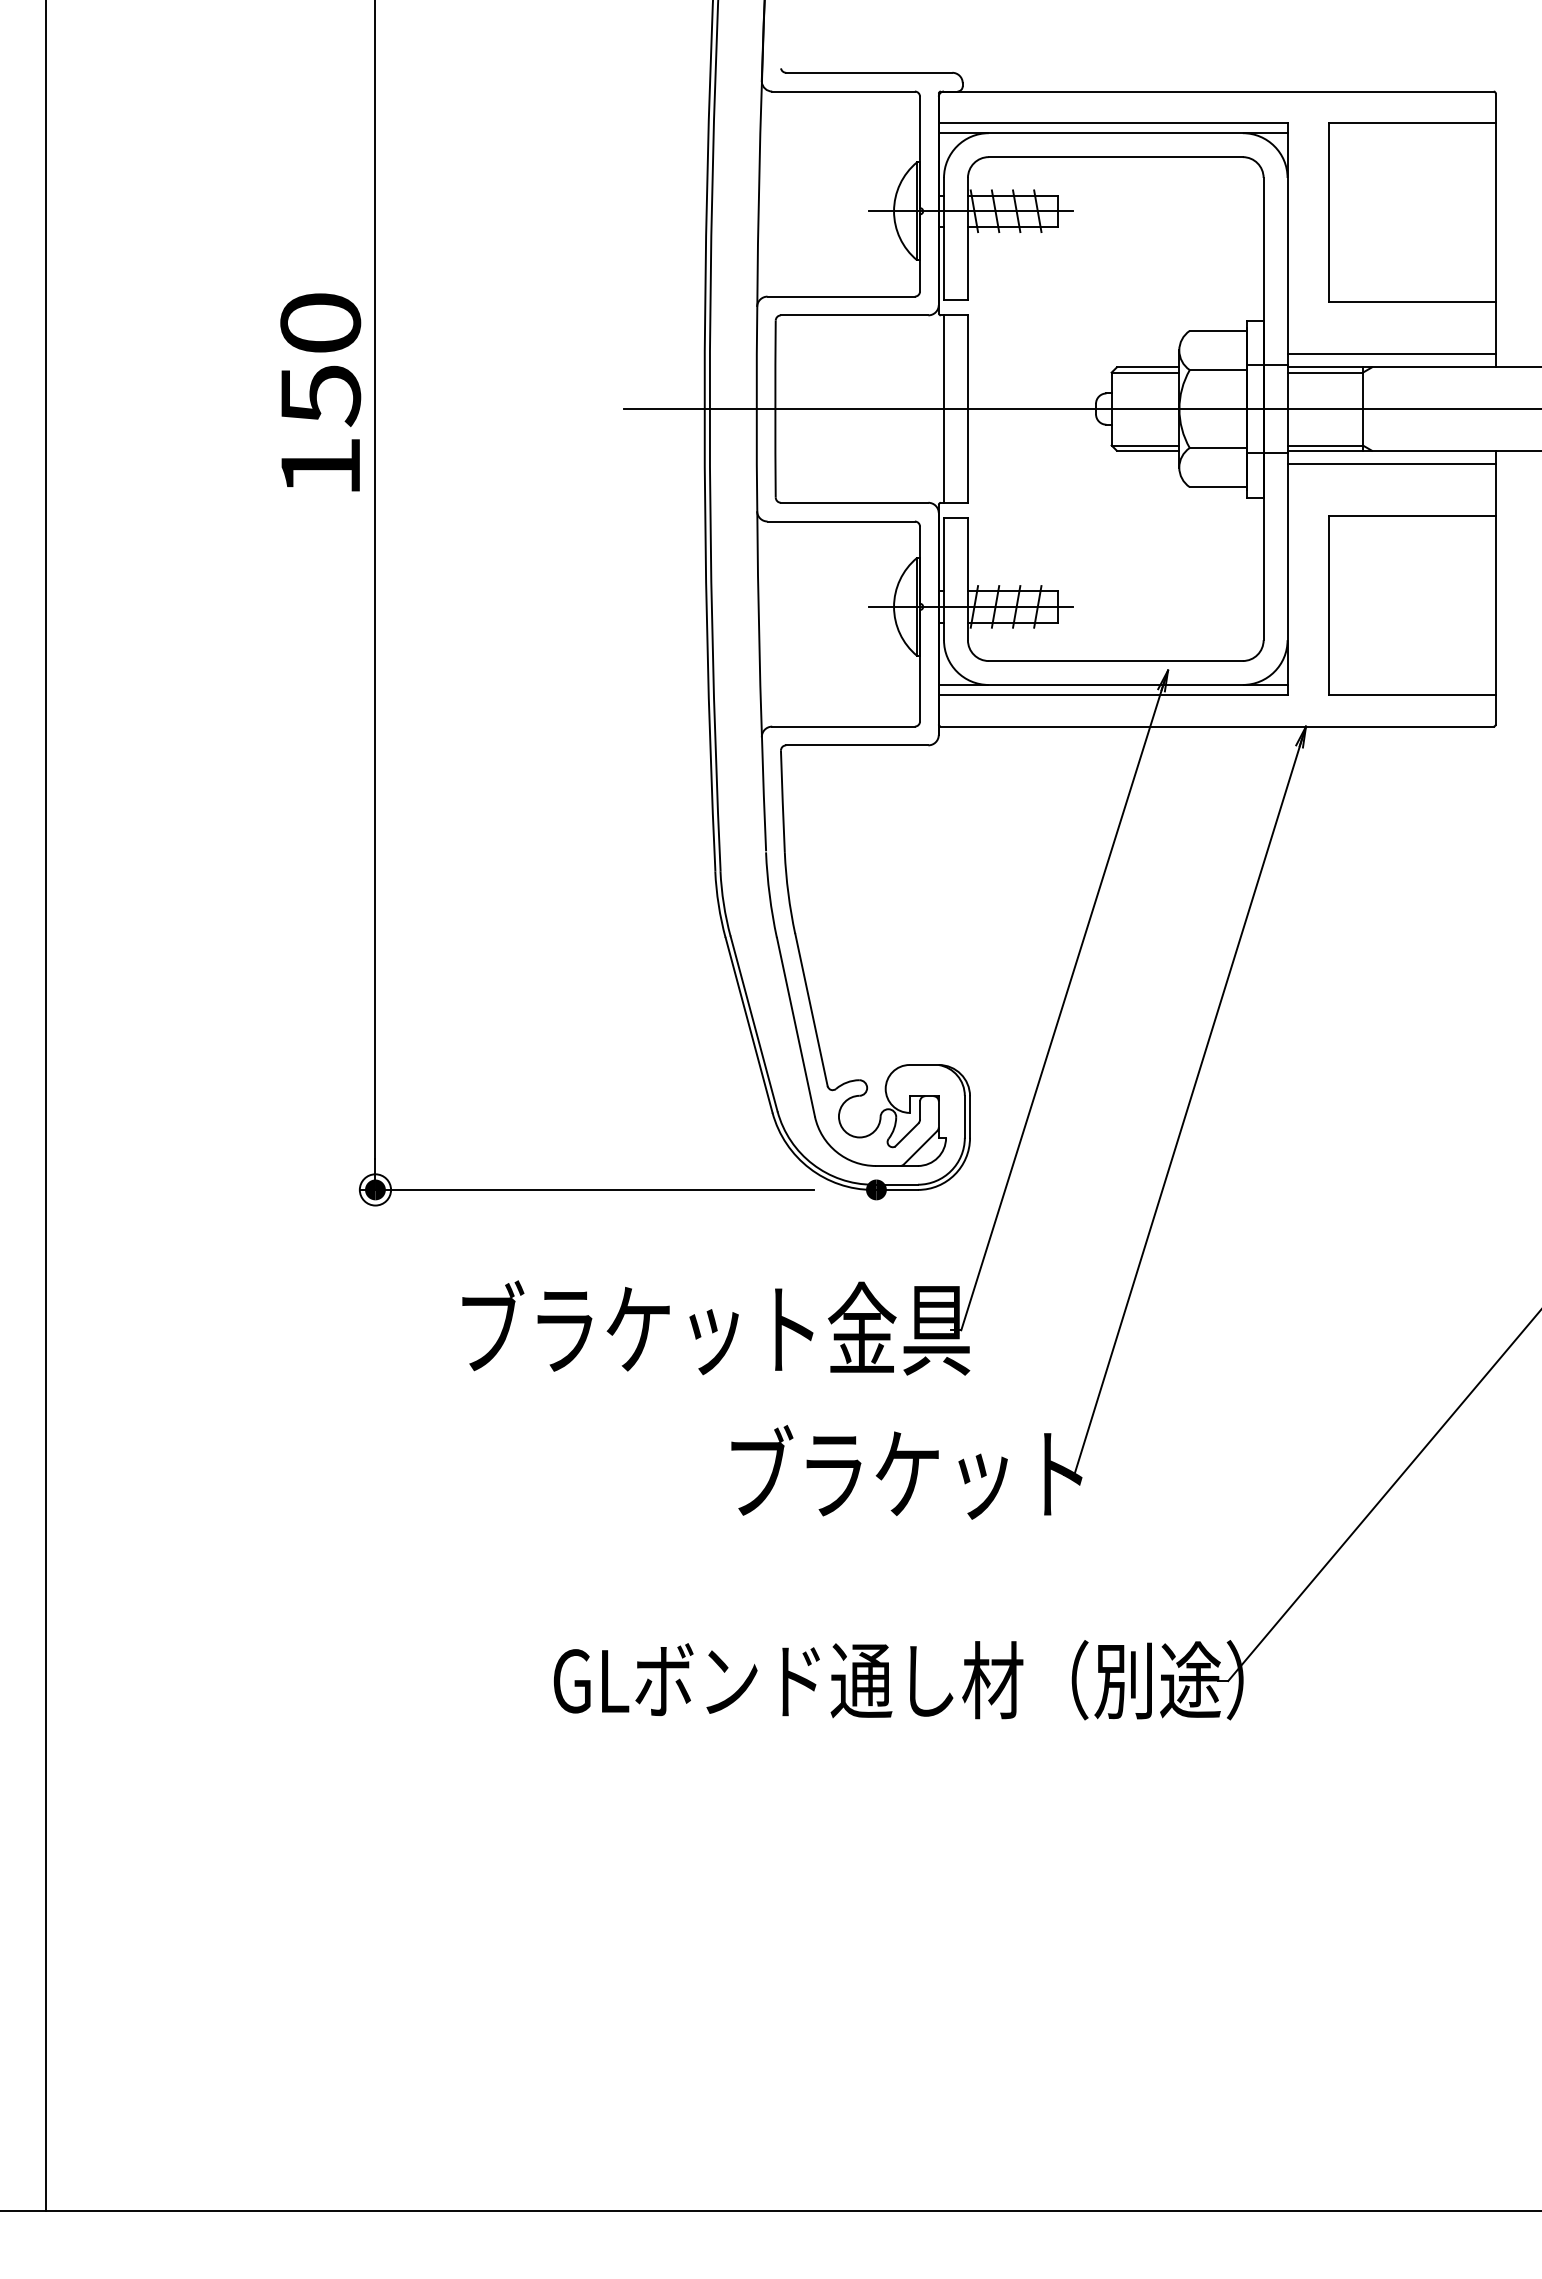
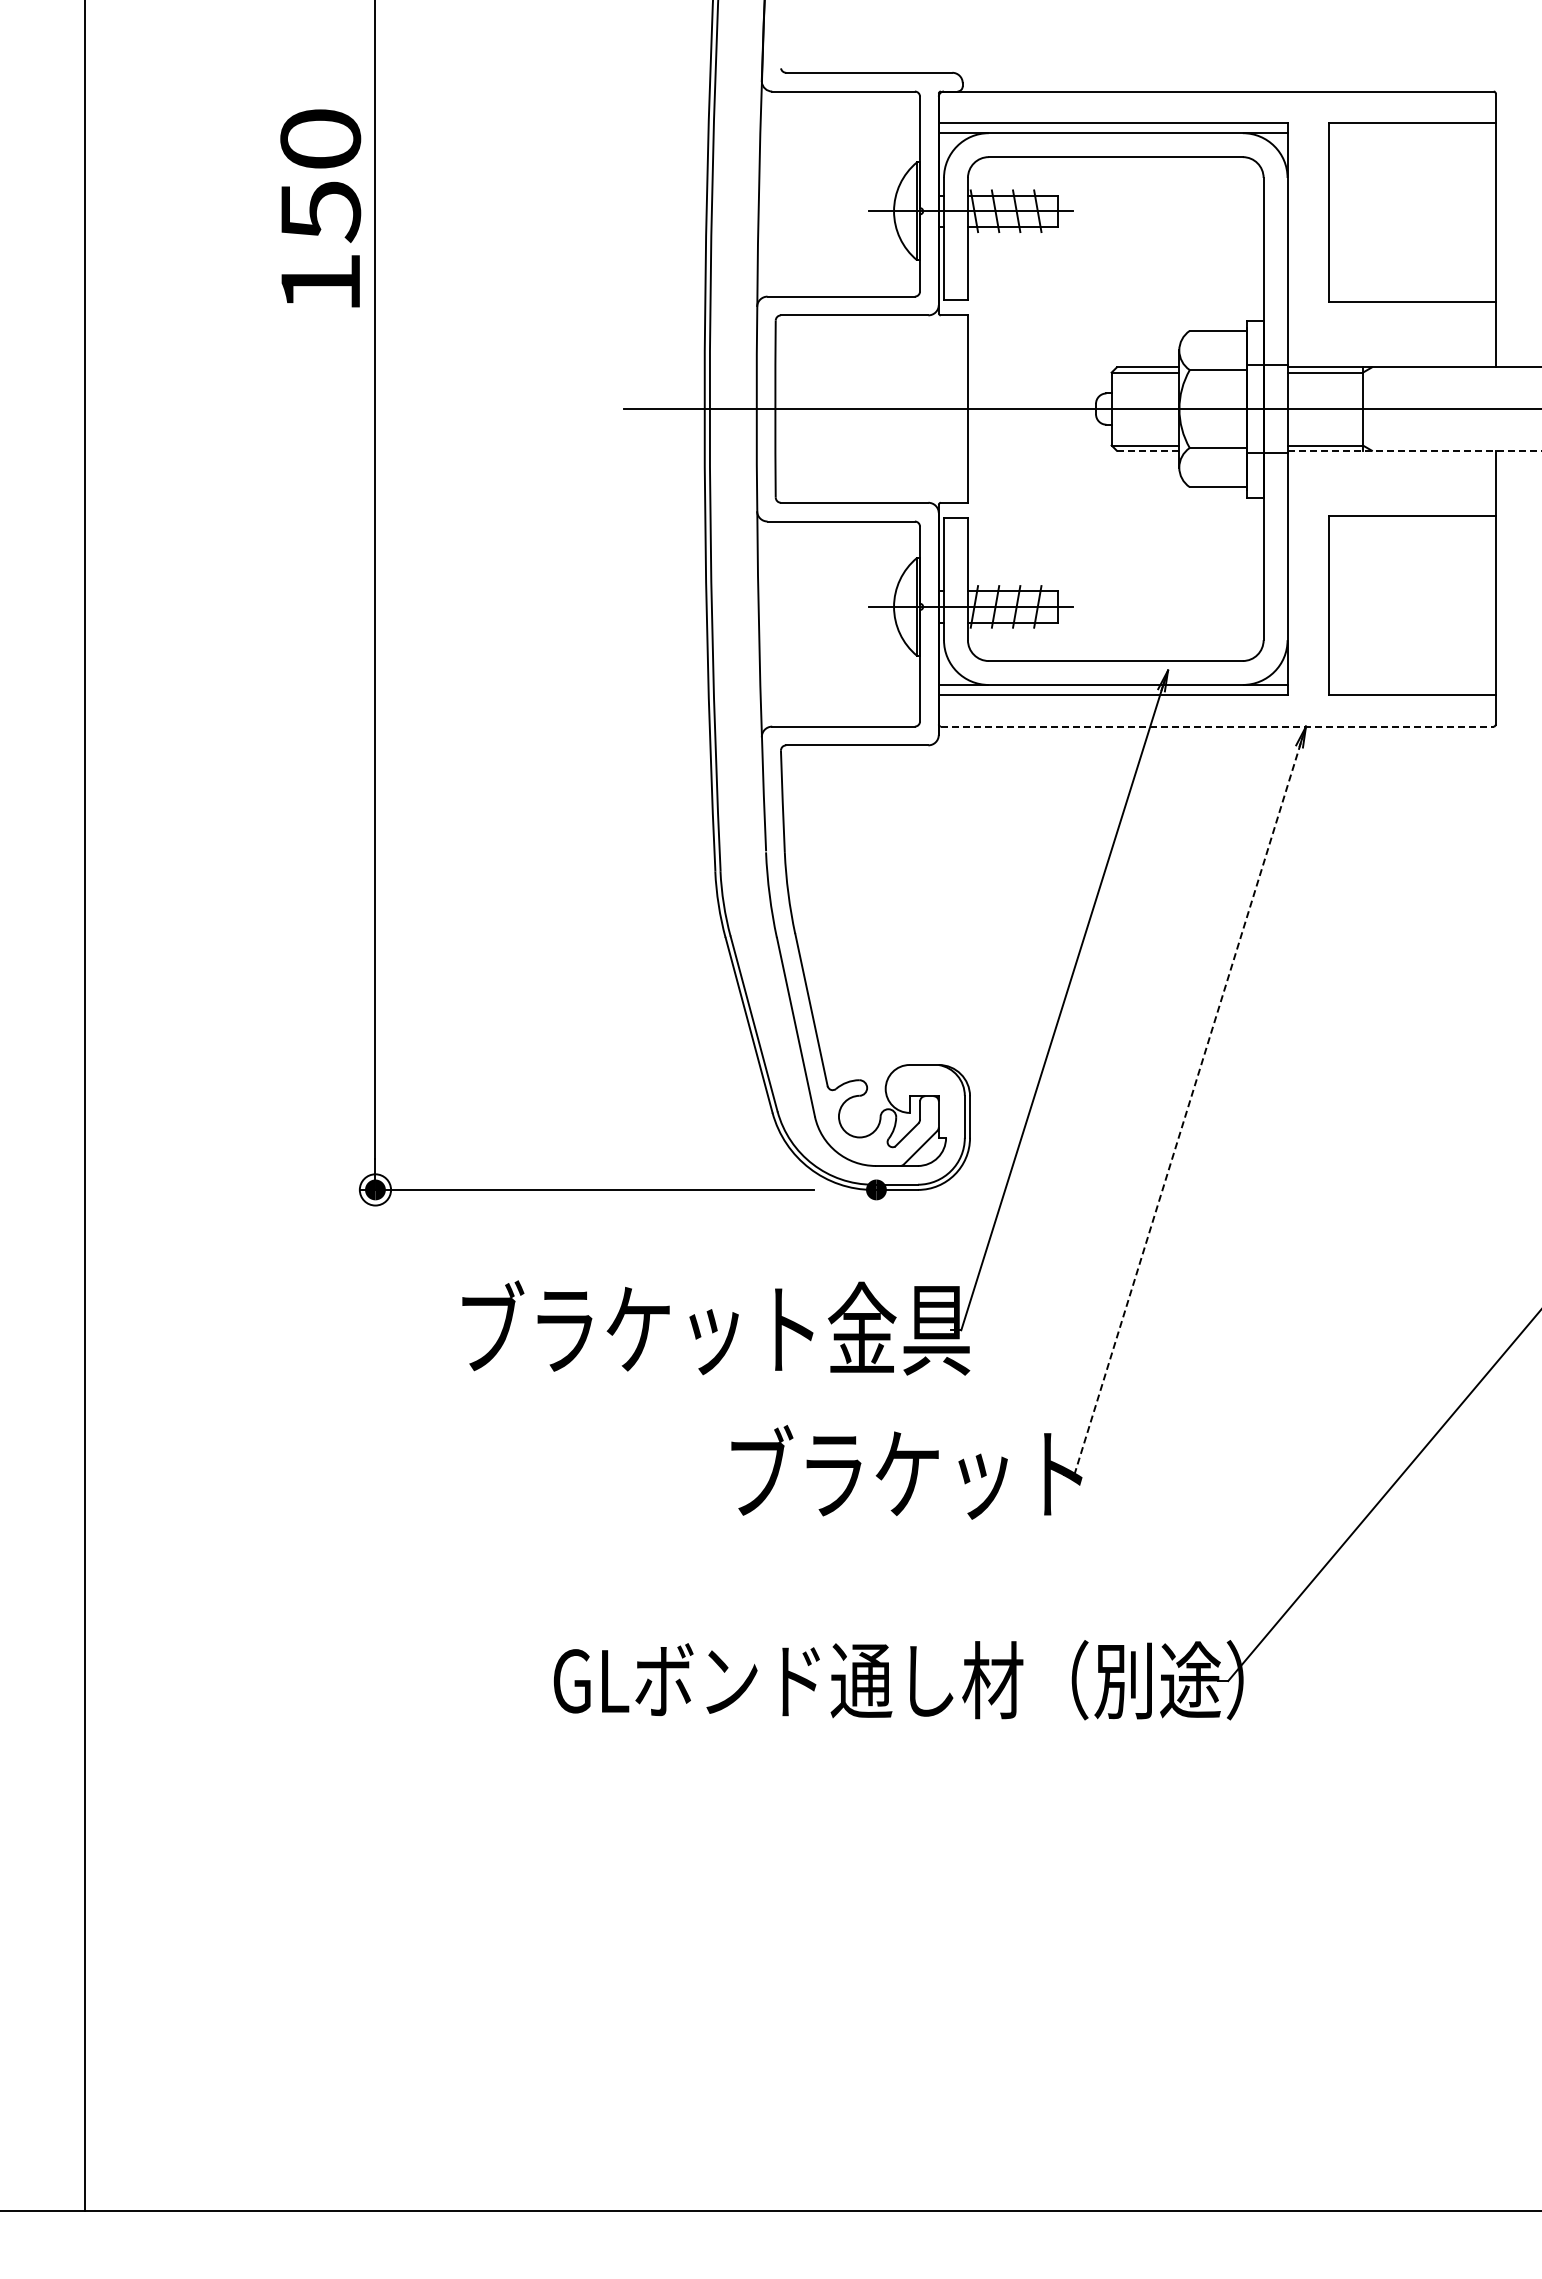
line at (1391, 354): present -> none
text at (320, 392) position: (320, 392) -> (320, 208)
line at (944, 408): present -> none
line at (1148, 450): solid -> dashed
line at (1414, 450): solid -> dashed
line at (1391, 463): present -> none
line at (1217, 726): solid -> dashed
line at (1188, 1105): solid -> dashed
line at (46, 1106) position: (46, 1106) -> (85, 1106)
